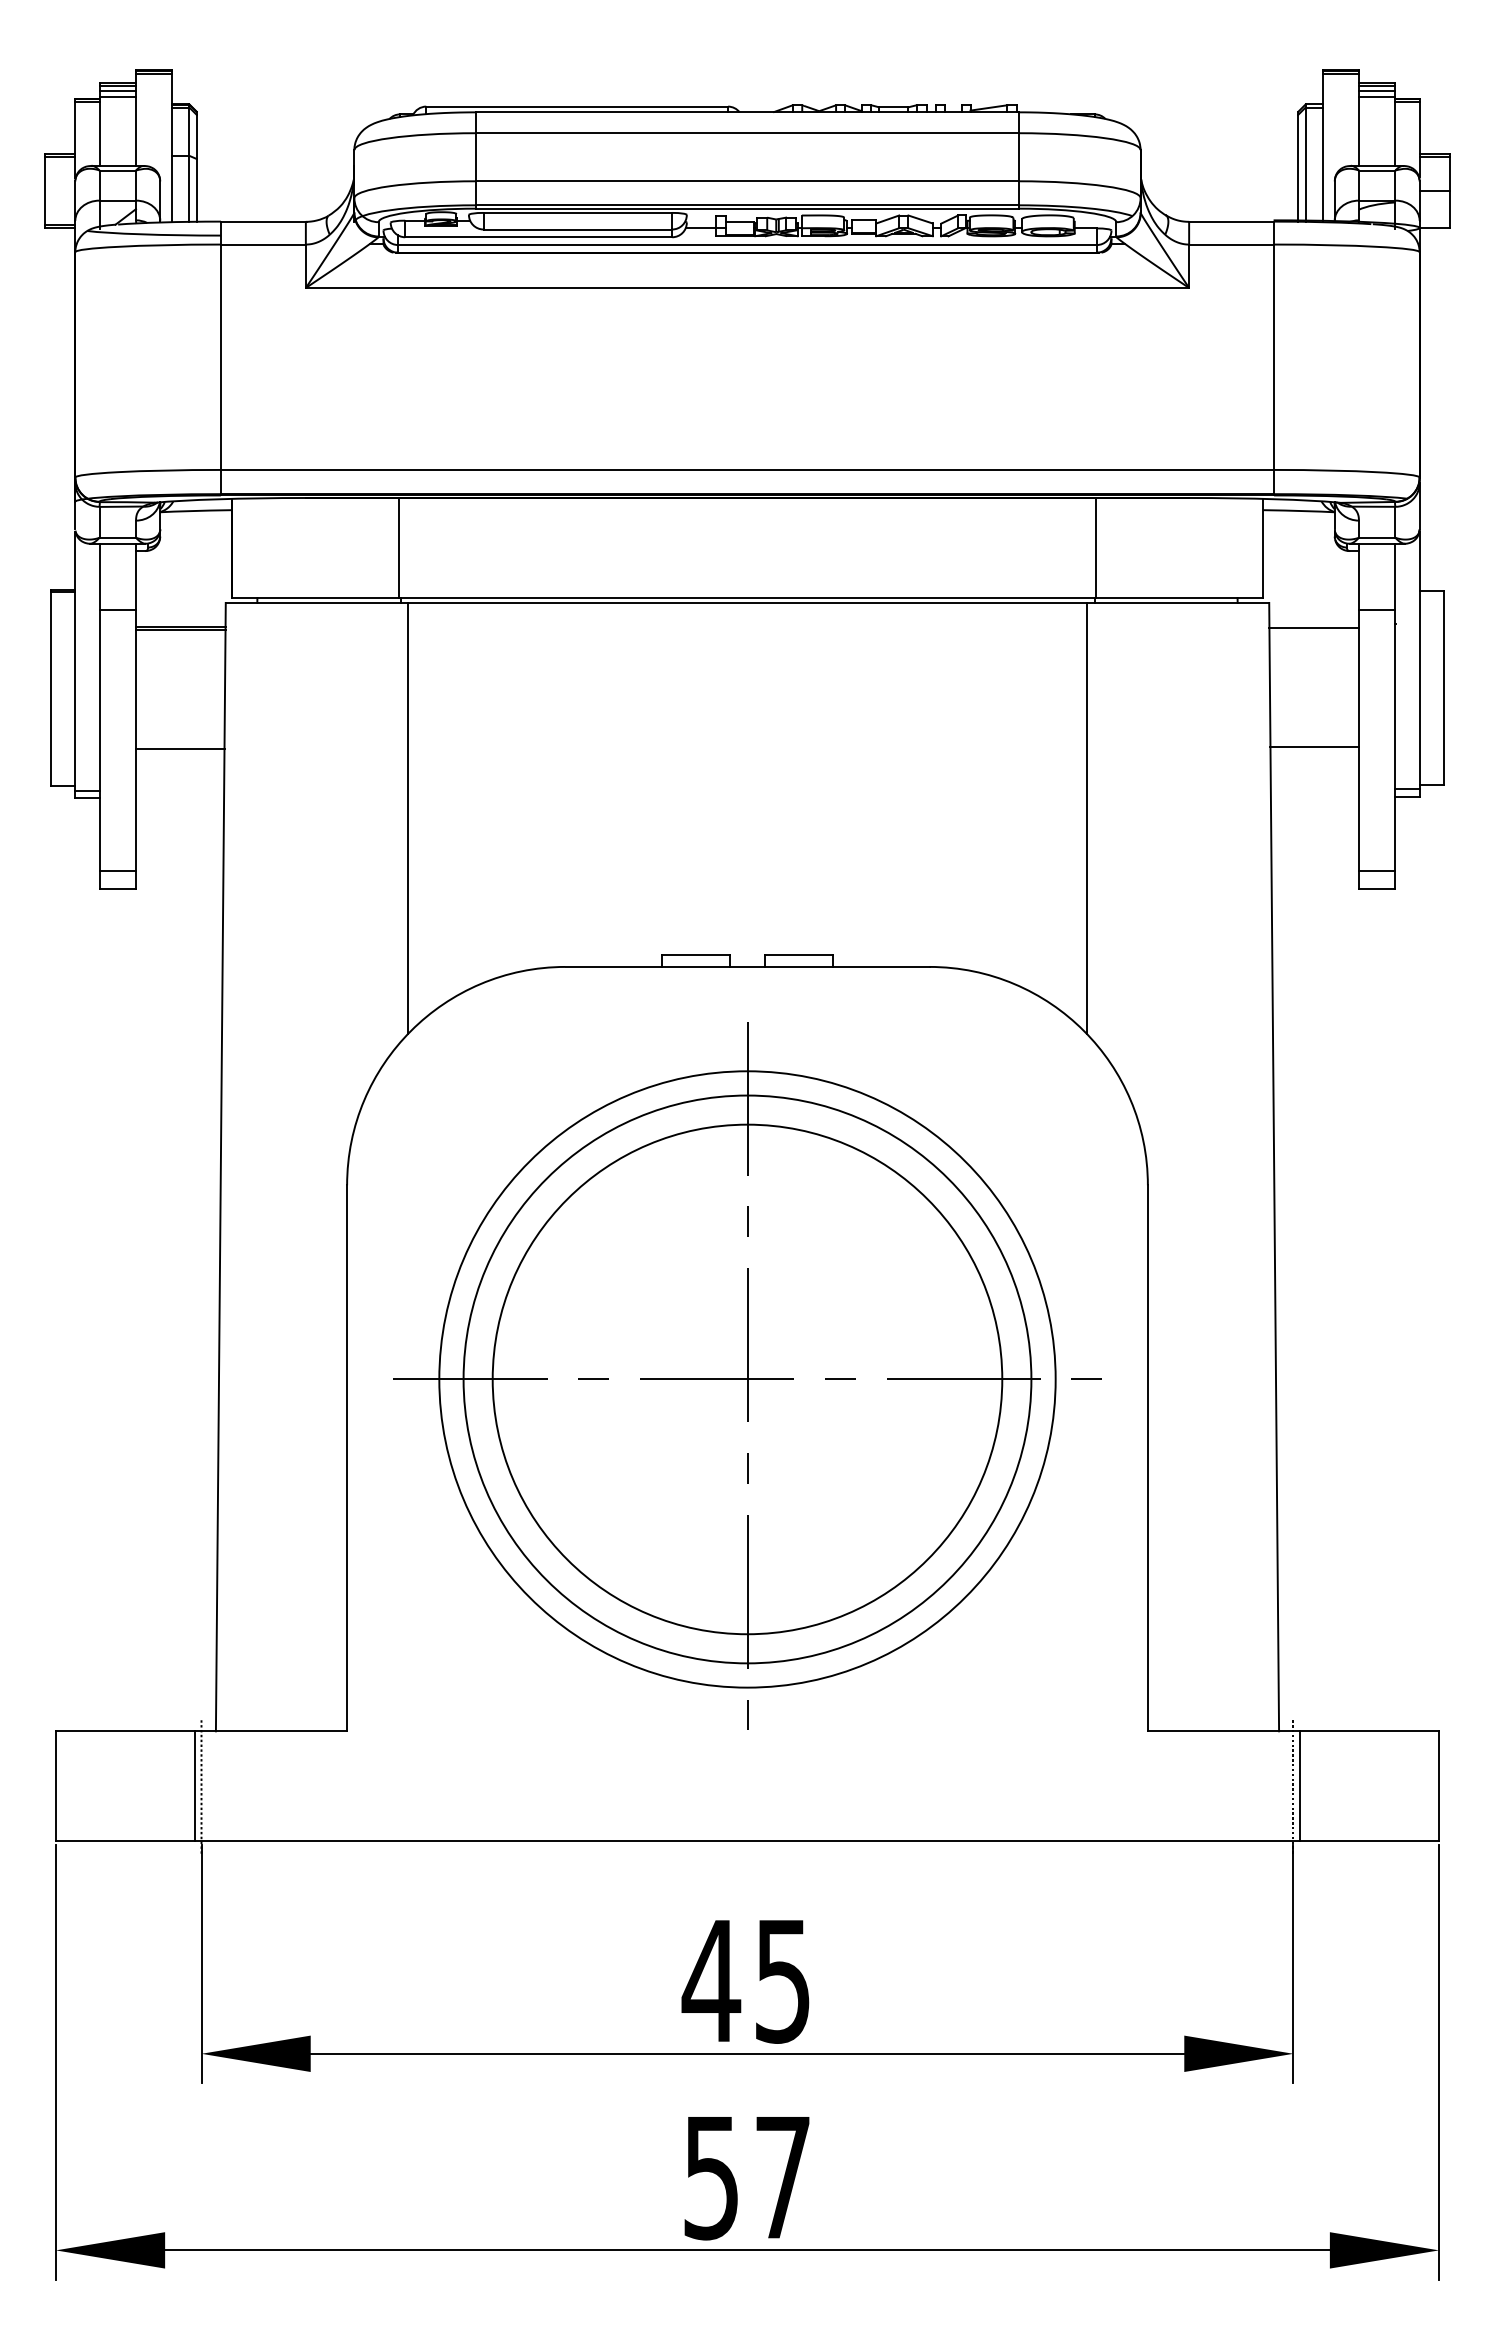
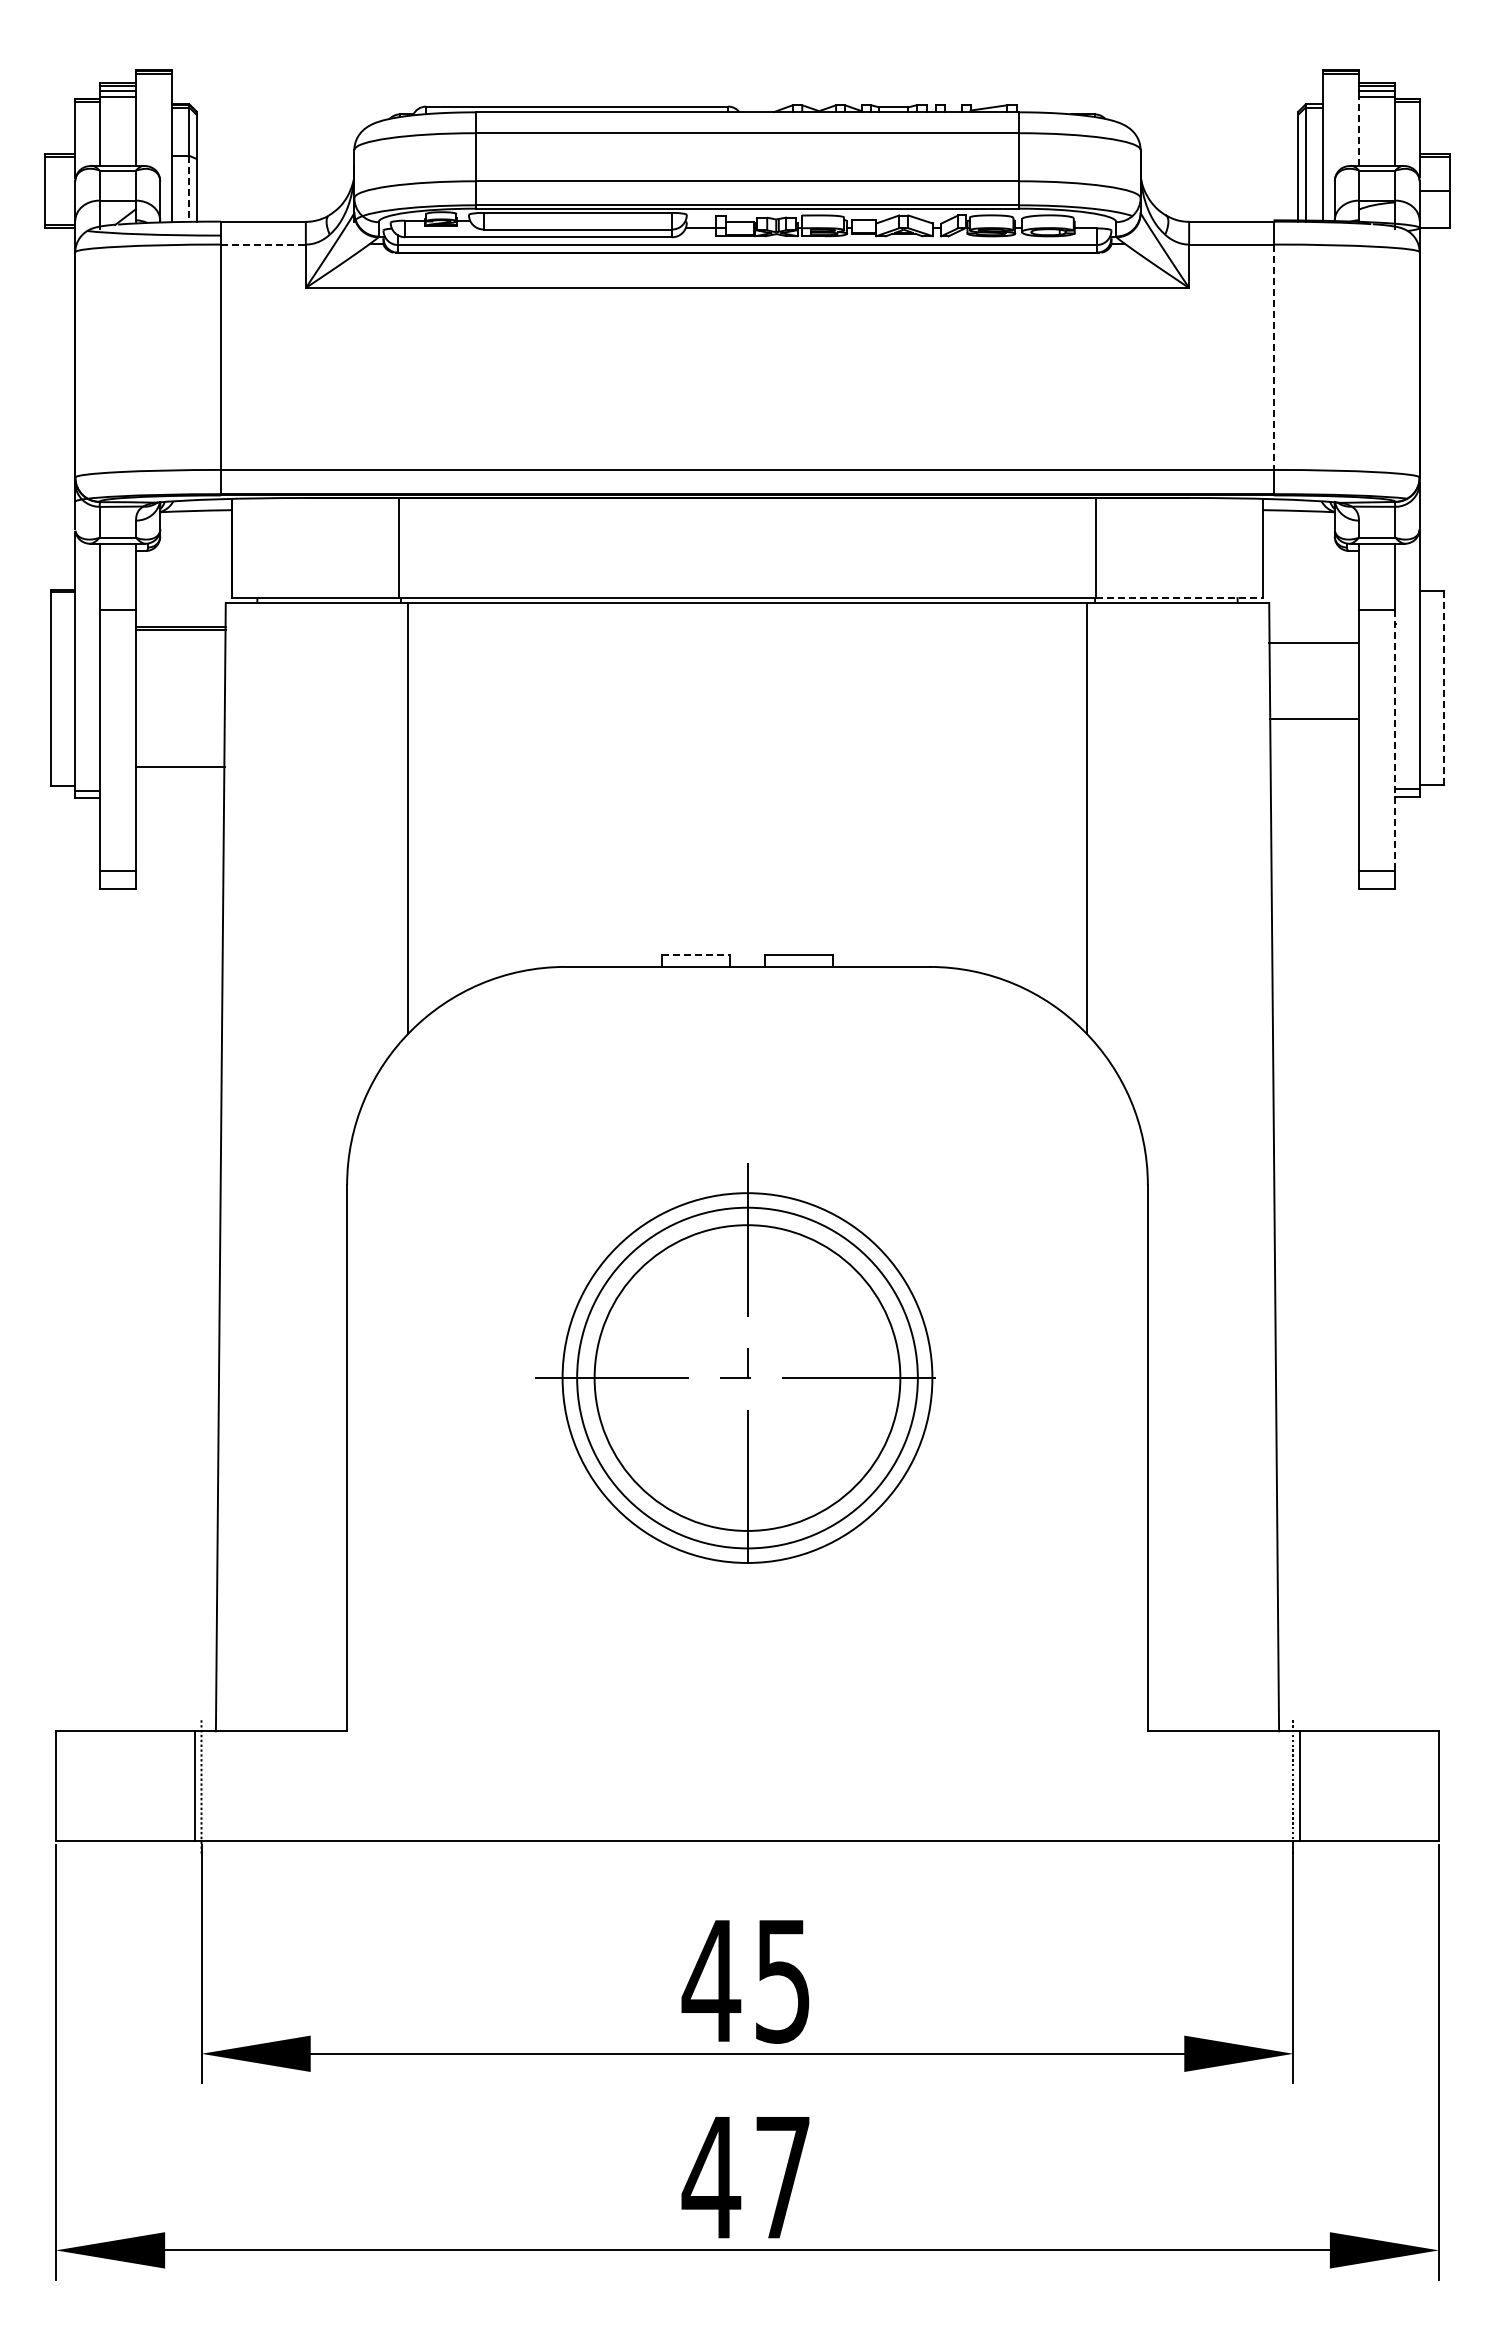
line at (1359, 130): solid -> dashed
line at (189, 188): solid -> dashed
line at (263, 244): solid -> dashed
line at (1274, 357): solid -> dashed
line at (1179, 598): solid -> dashed
line at (1314, 628) position: (1314, 628) -> (1314, 643)
line at (1443, 687): solid -> dashed
line at (1395, 740): solid -> dashed
line at (1314, 747) position: (1314, 747) -> (1314, 719)
line at (180, 748) position: (180, 748) -> (180, 766)
line at (696, 954): solid -> dashed
part at (747, 1375) size: 709x708 px -> 401x401 px
text at (711, 2178): 57 -> 47
